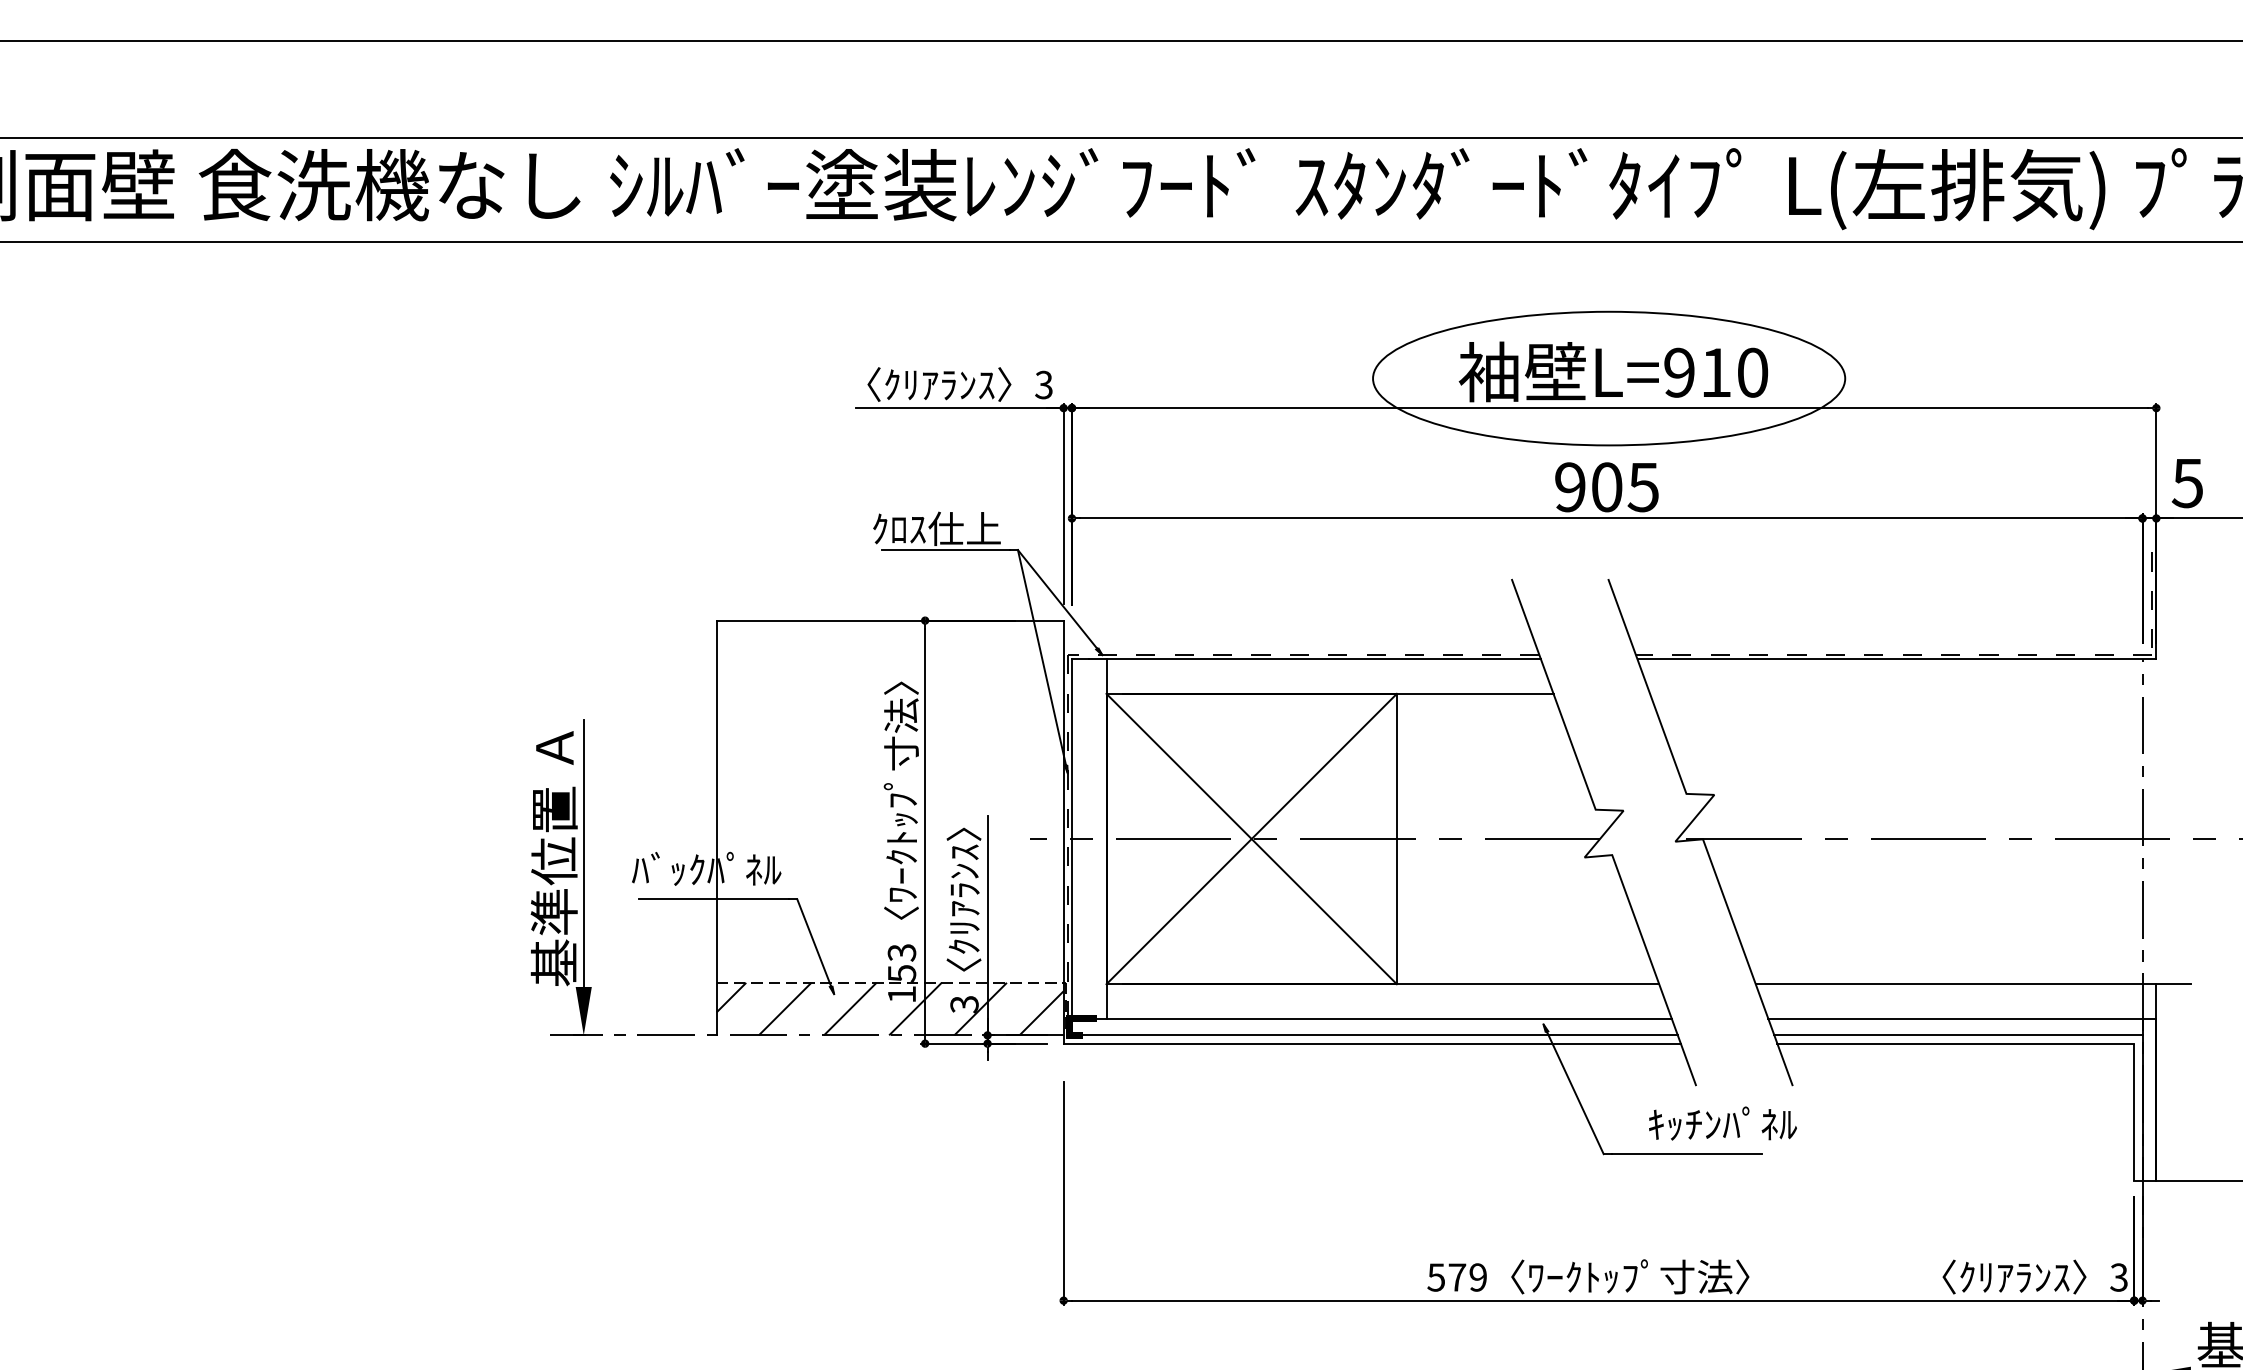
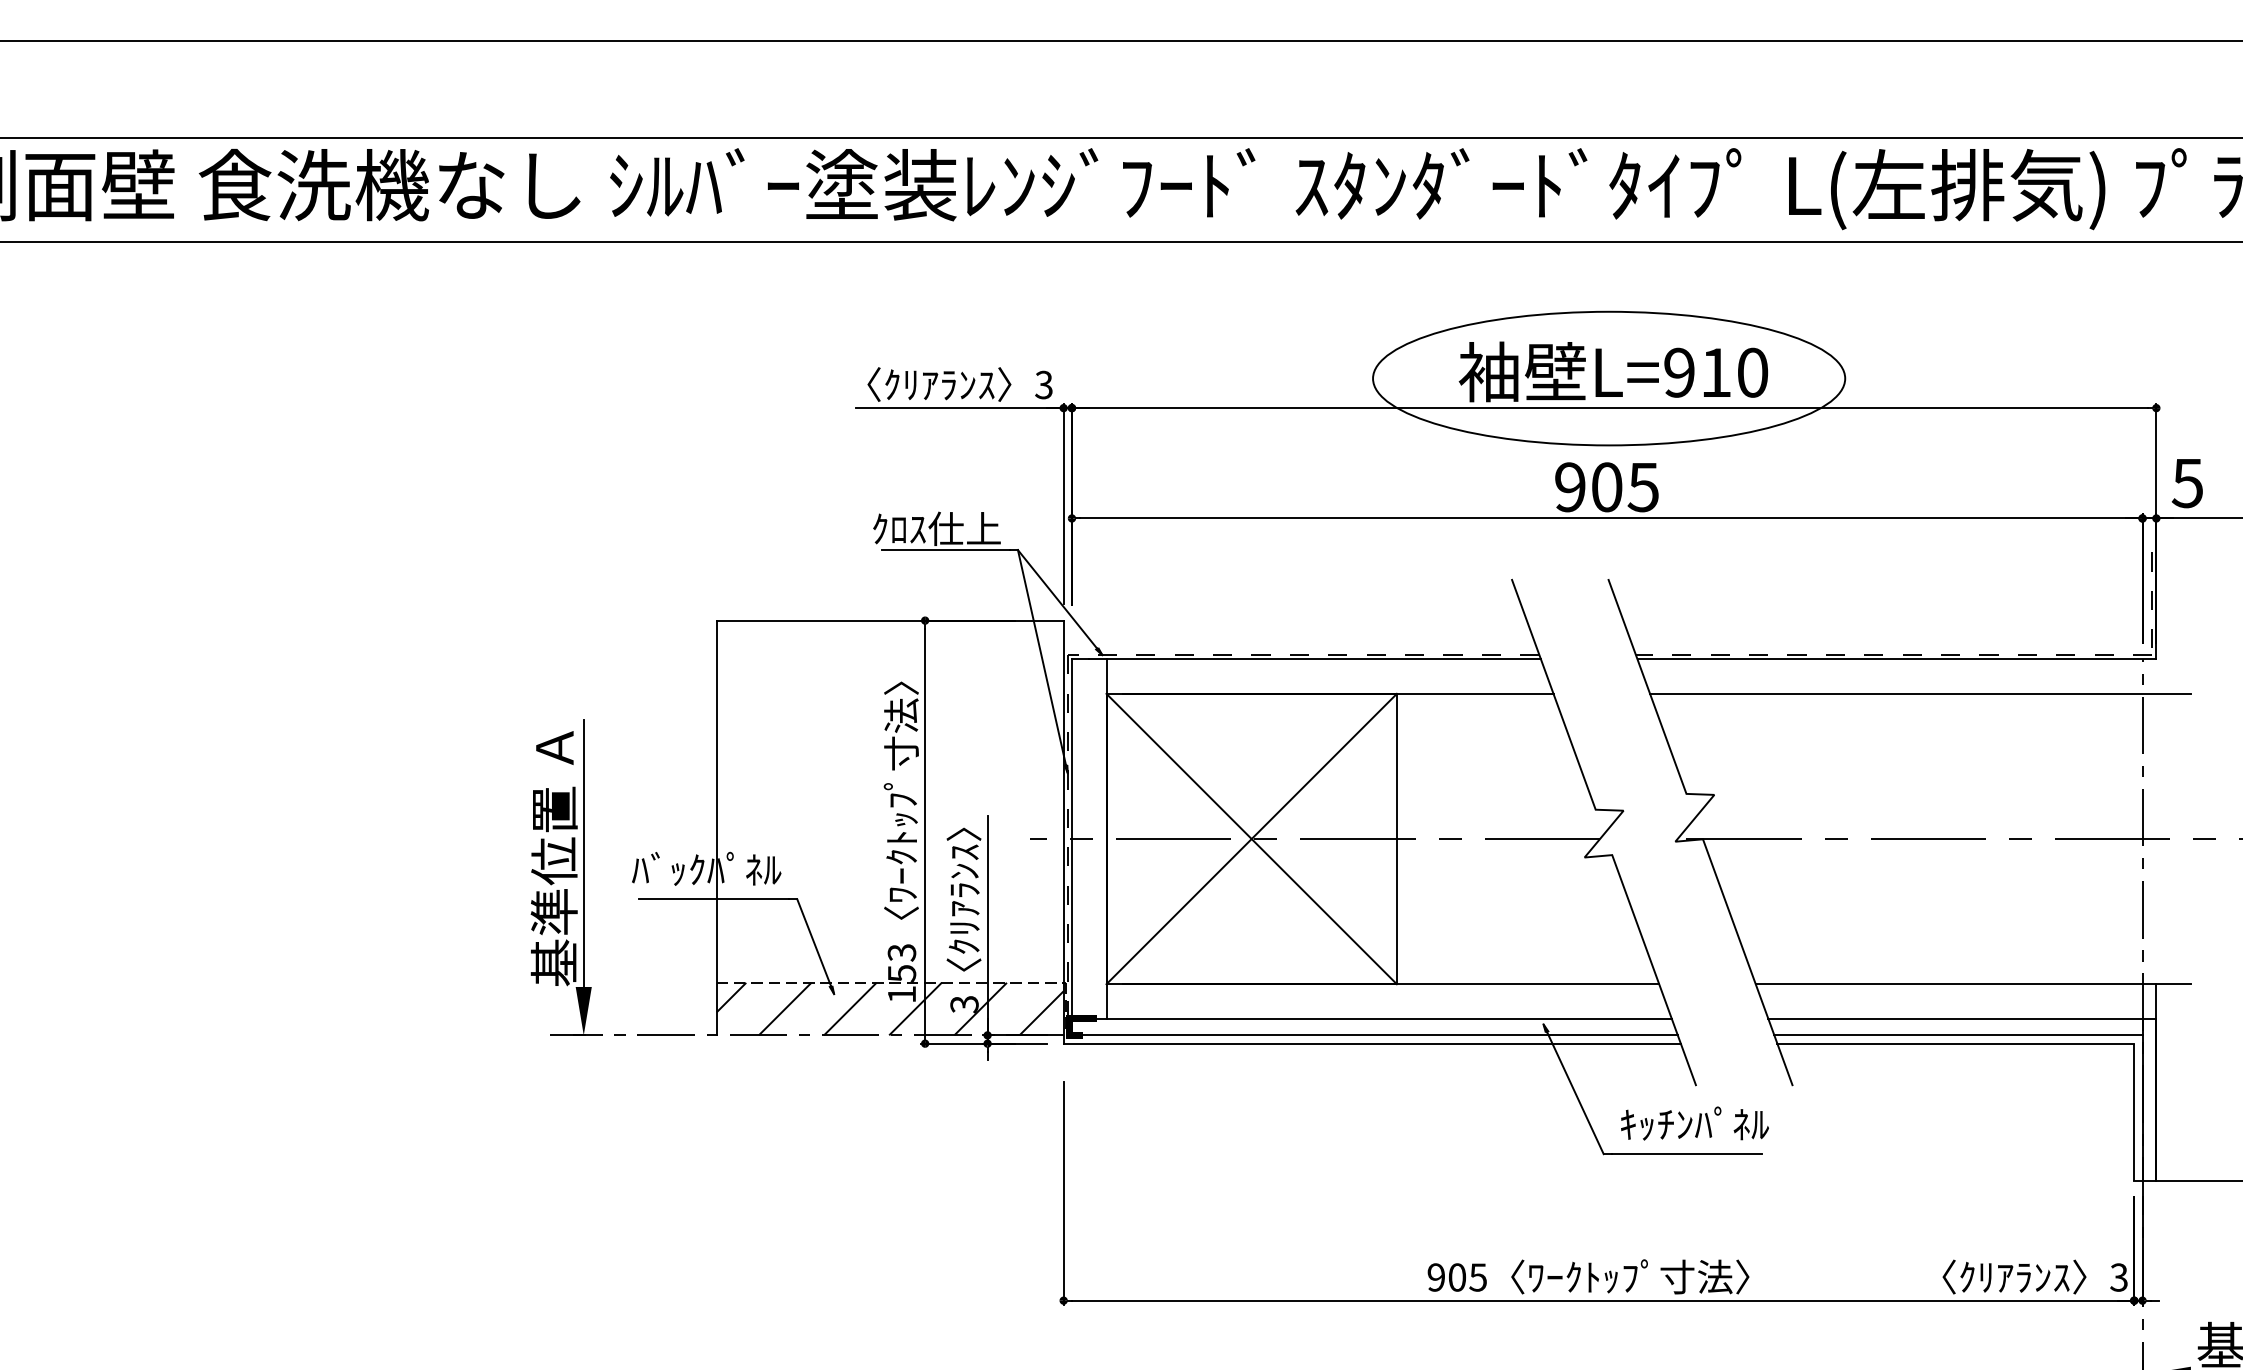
line at (1920, 693): none -> present
text at (1722, 1123) position: (1722, 1123) -> (1694, 1123)
text at (1456, 1277): 579 -> 905
